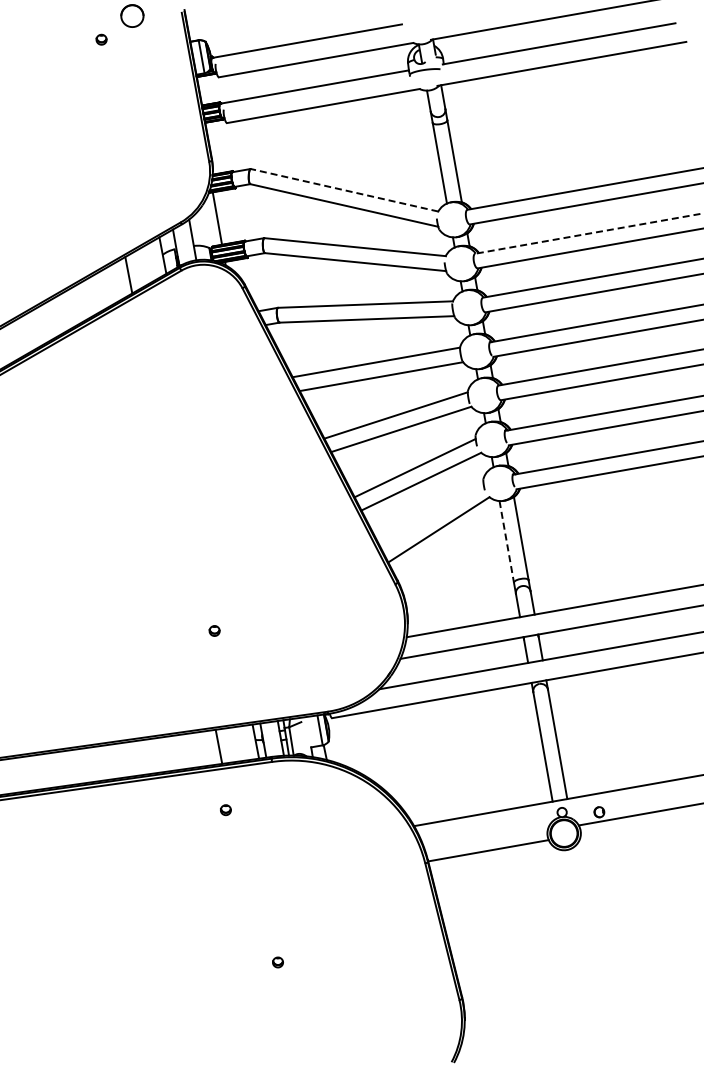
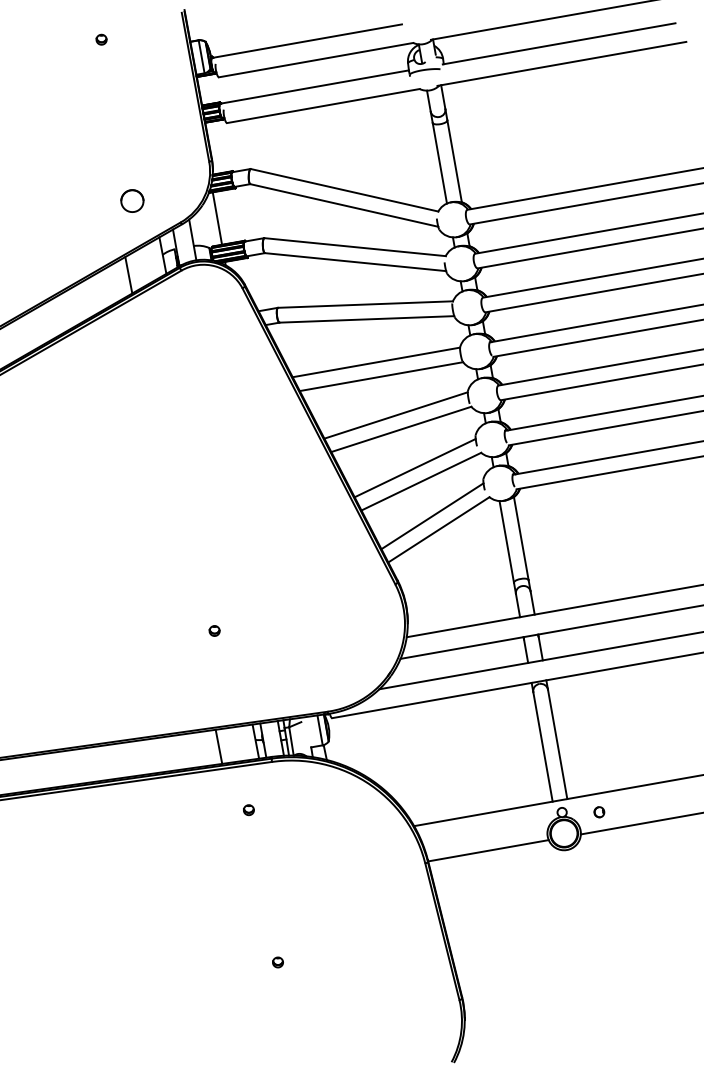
part at (132, 15) position: (132, 15) -> (132, 200)
line at (344, 190): dashed -> solid
line at (589, 233): dashed -> solid
line at (432, 516): none -> present
line at (506, 542): dashed -> solid
part at (225, 810) position: (225, 810) -> (248, 810)
line at (639, 814) position: (639, 814) -> (640, 823)
